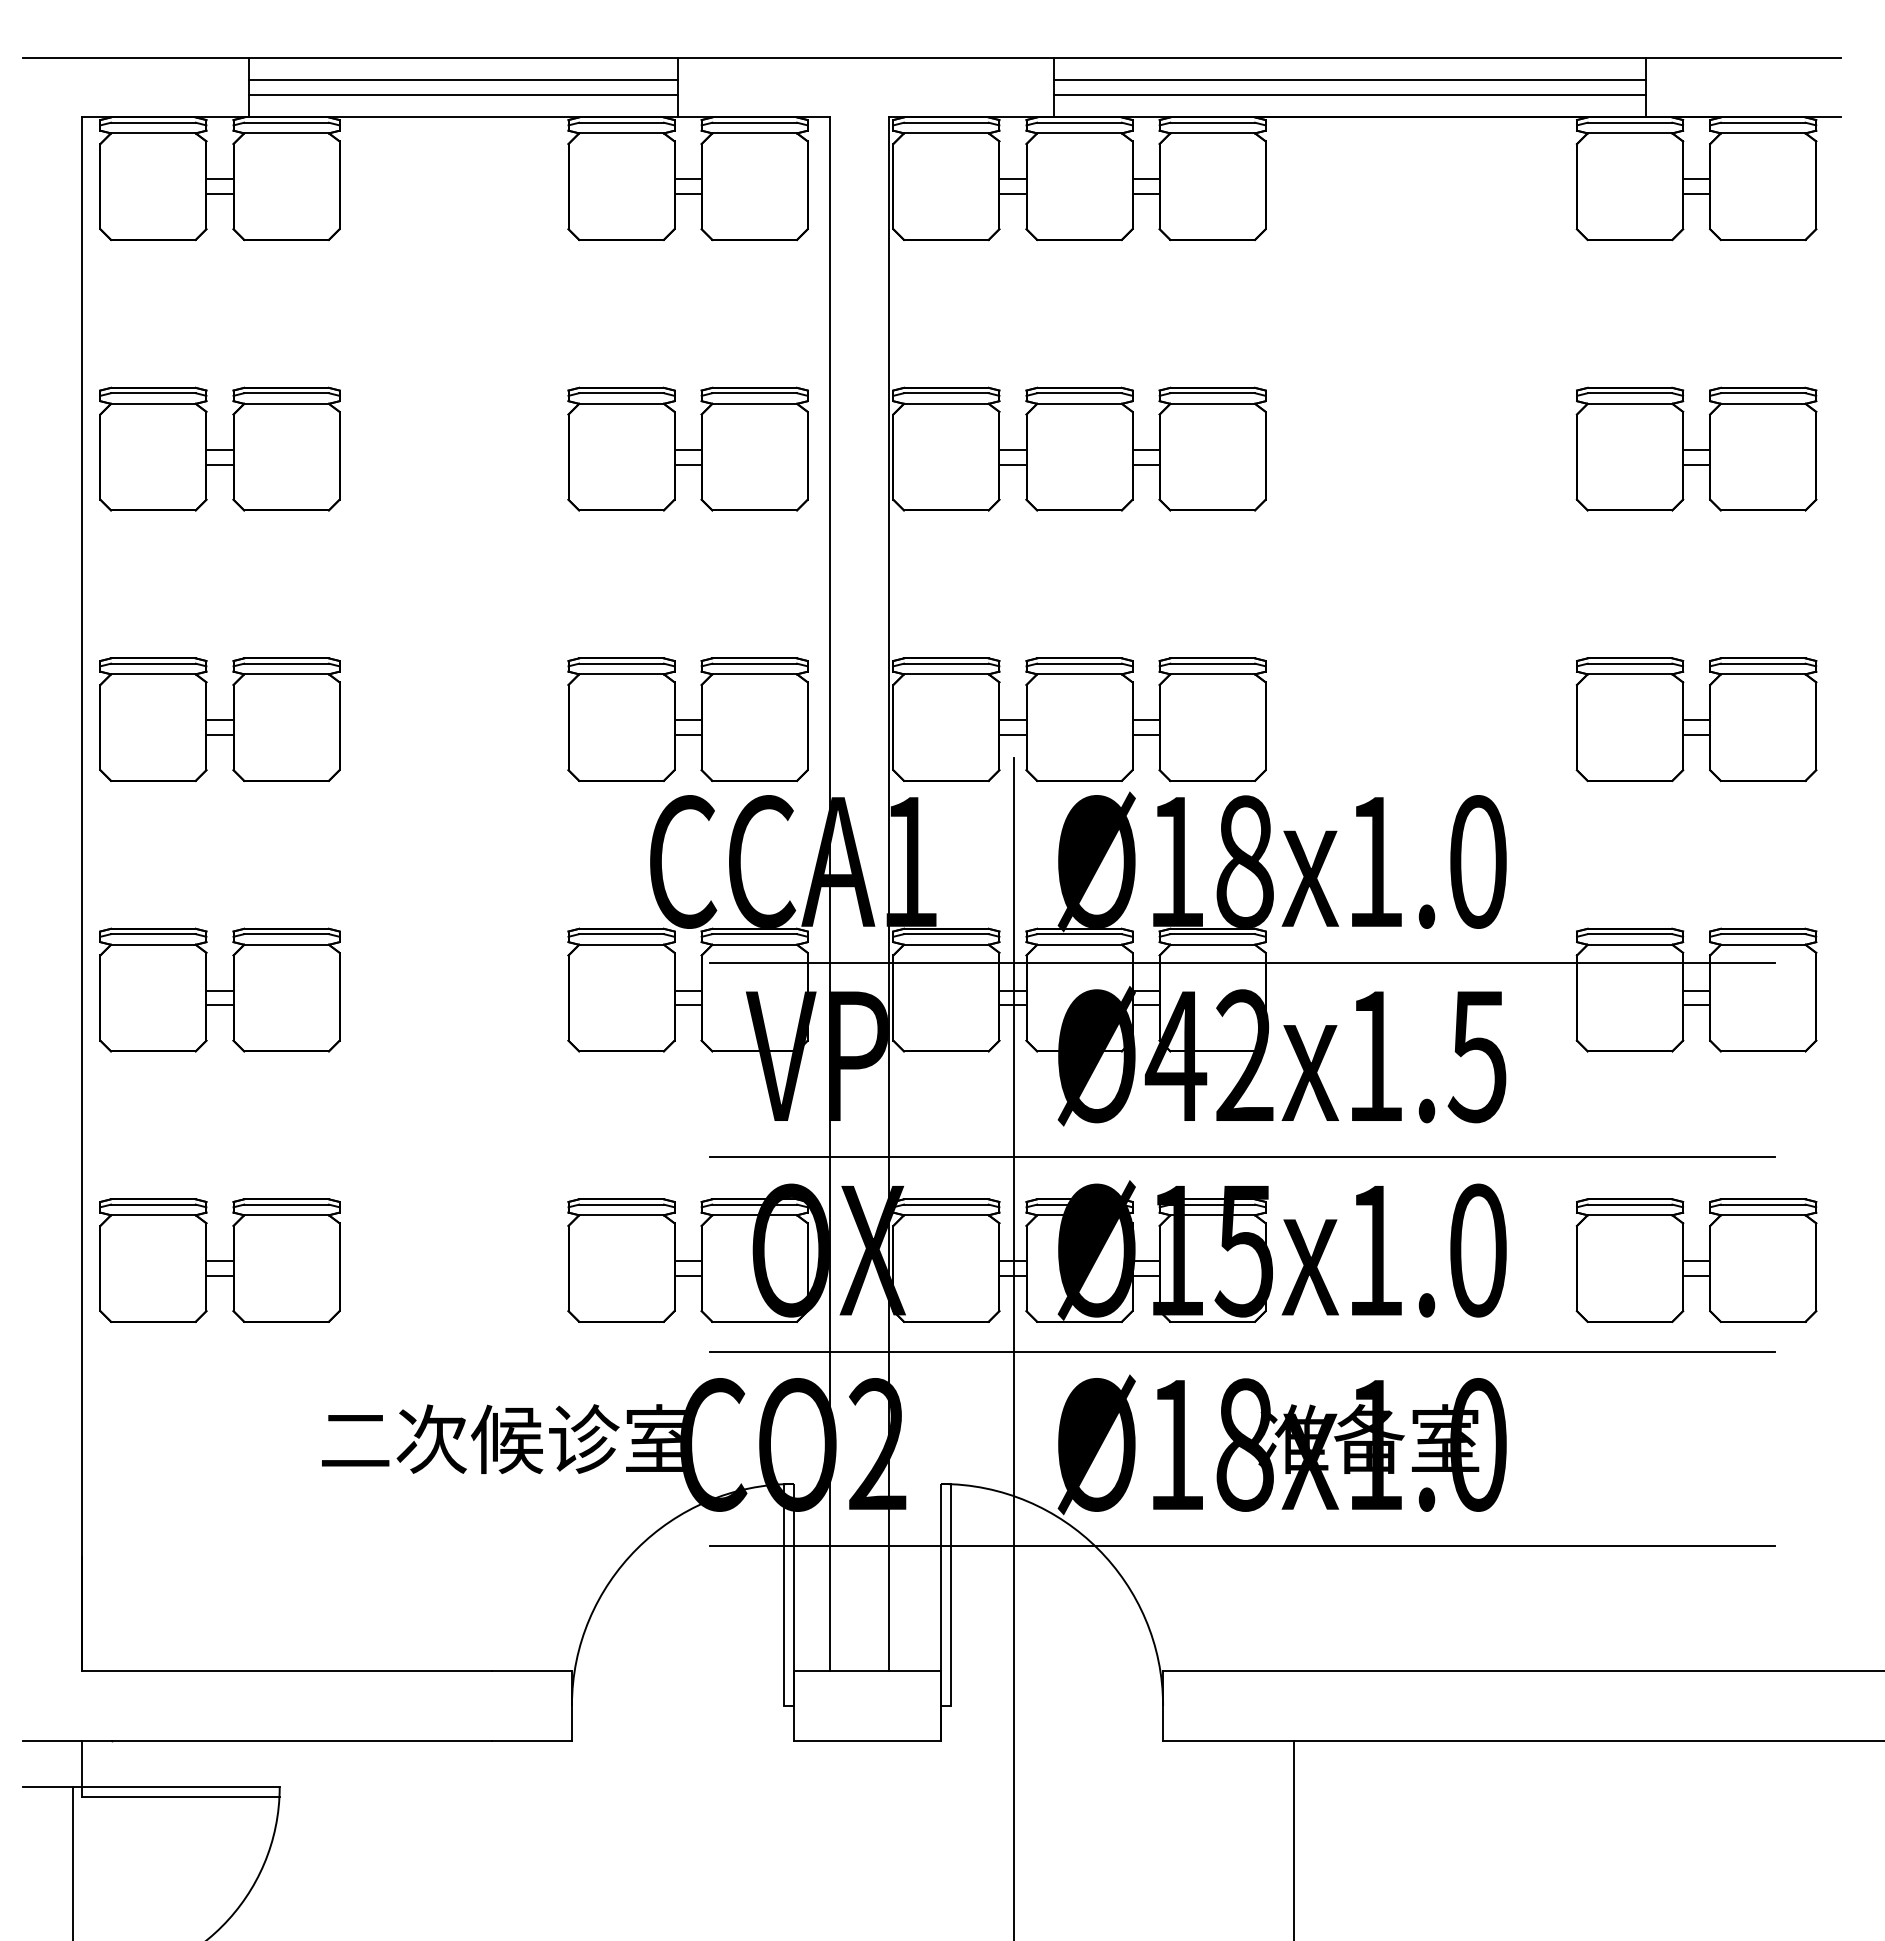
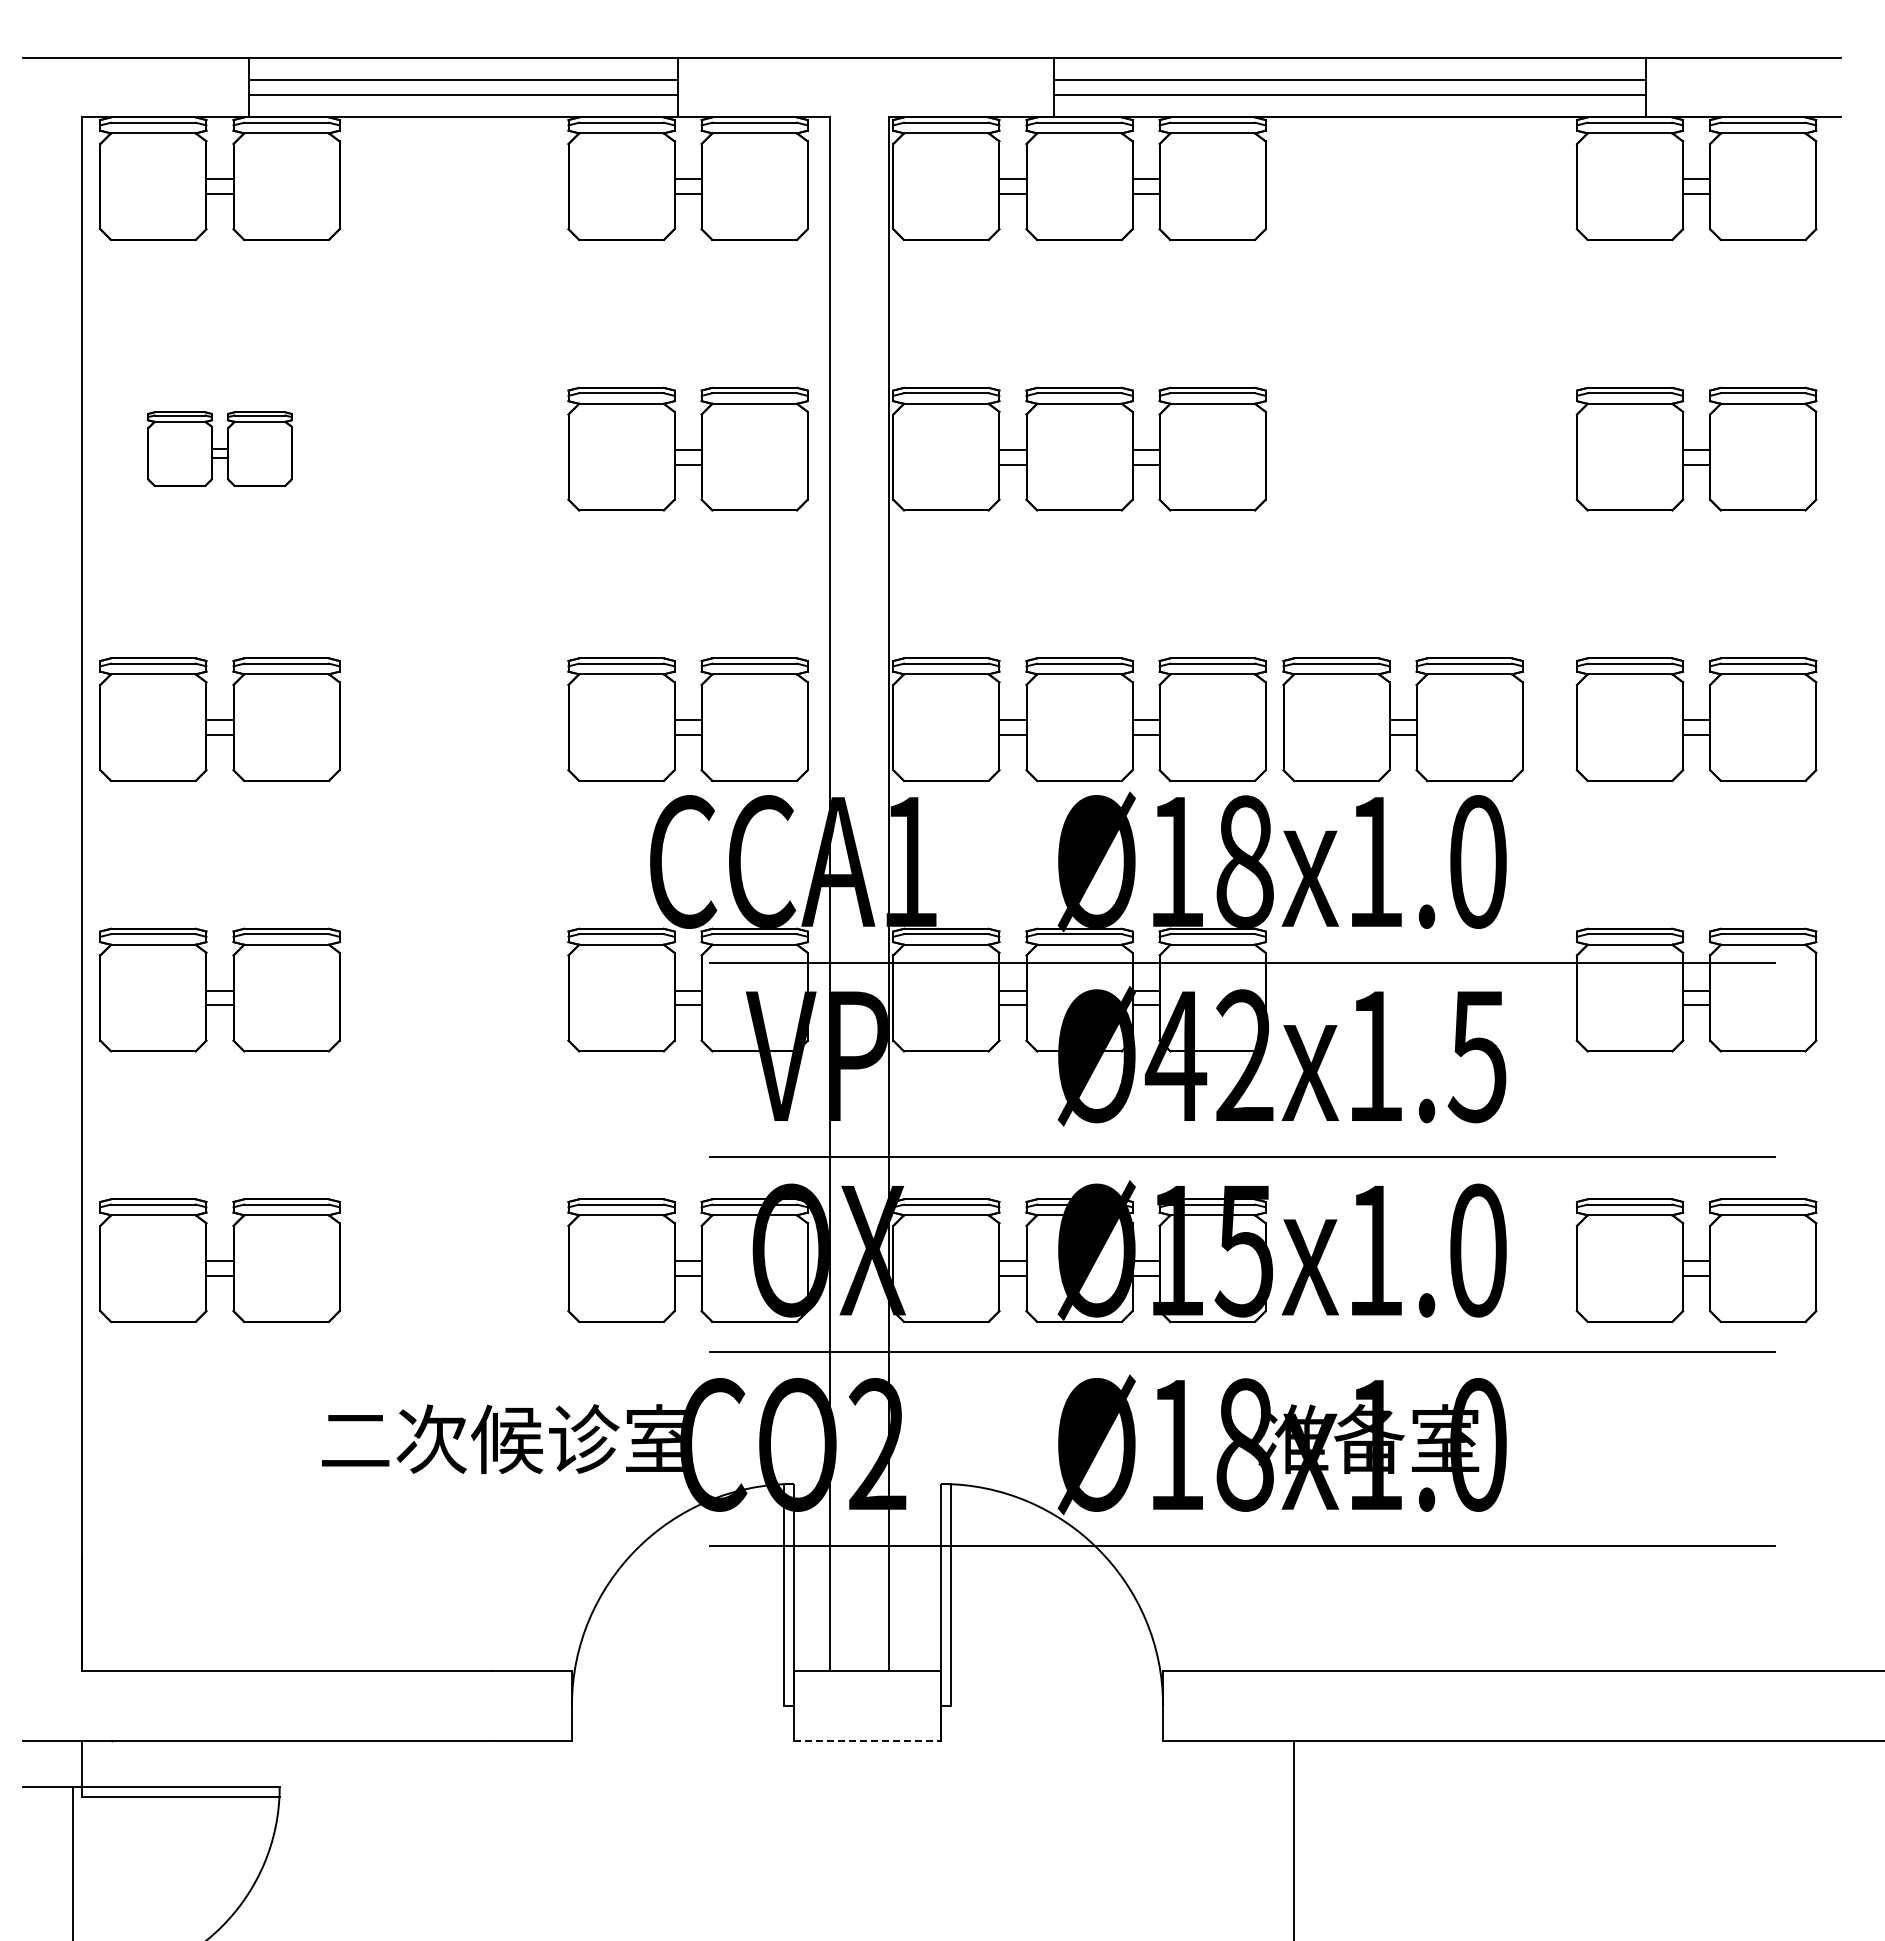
part at (219, 448) size: 242x126 px -> 146x76 px
part at (1402, 719): none -> present
line at (1014, 1347): present -> none
line at (867, 1741): solid -> dashed
